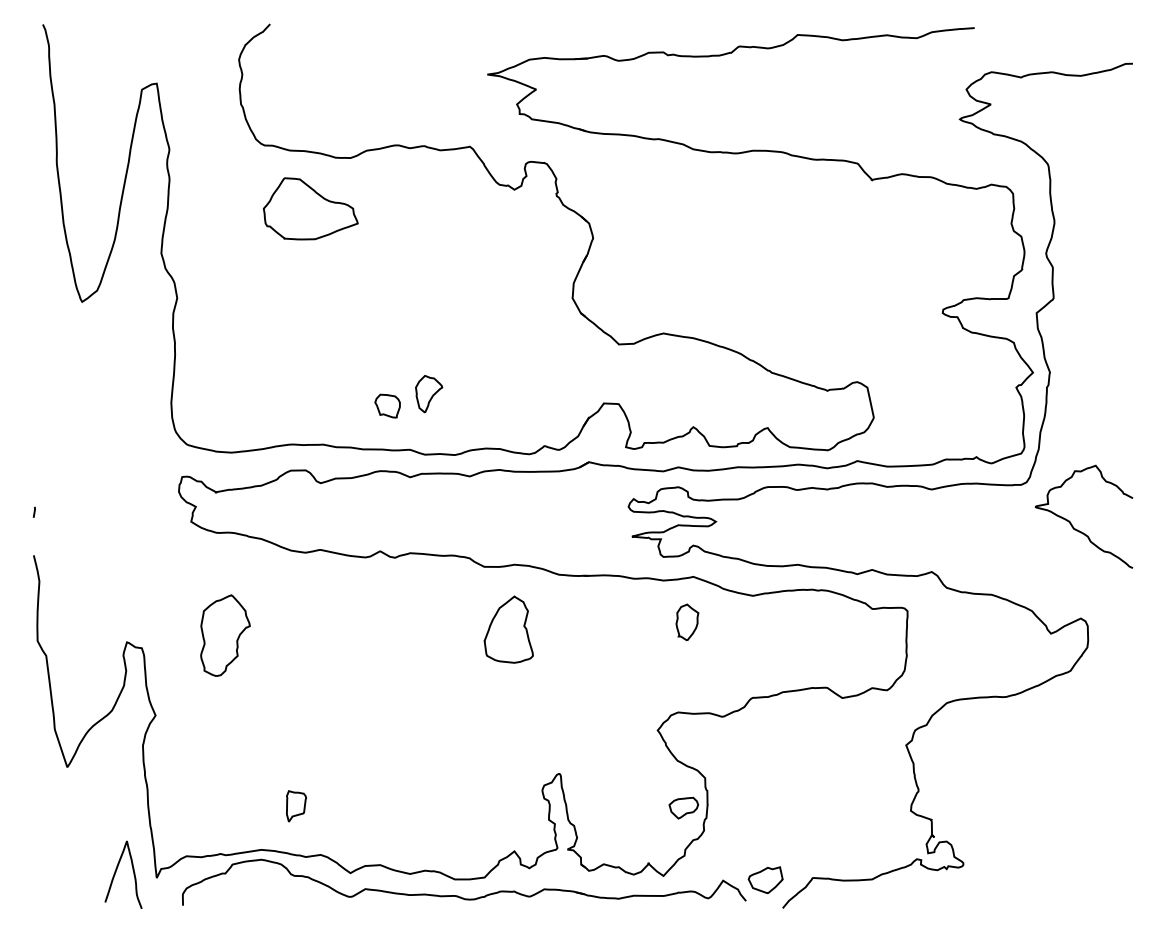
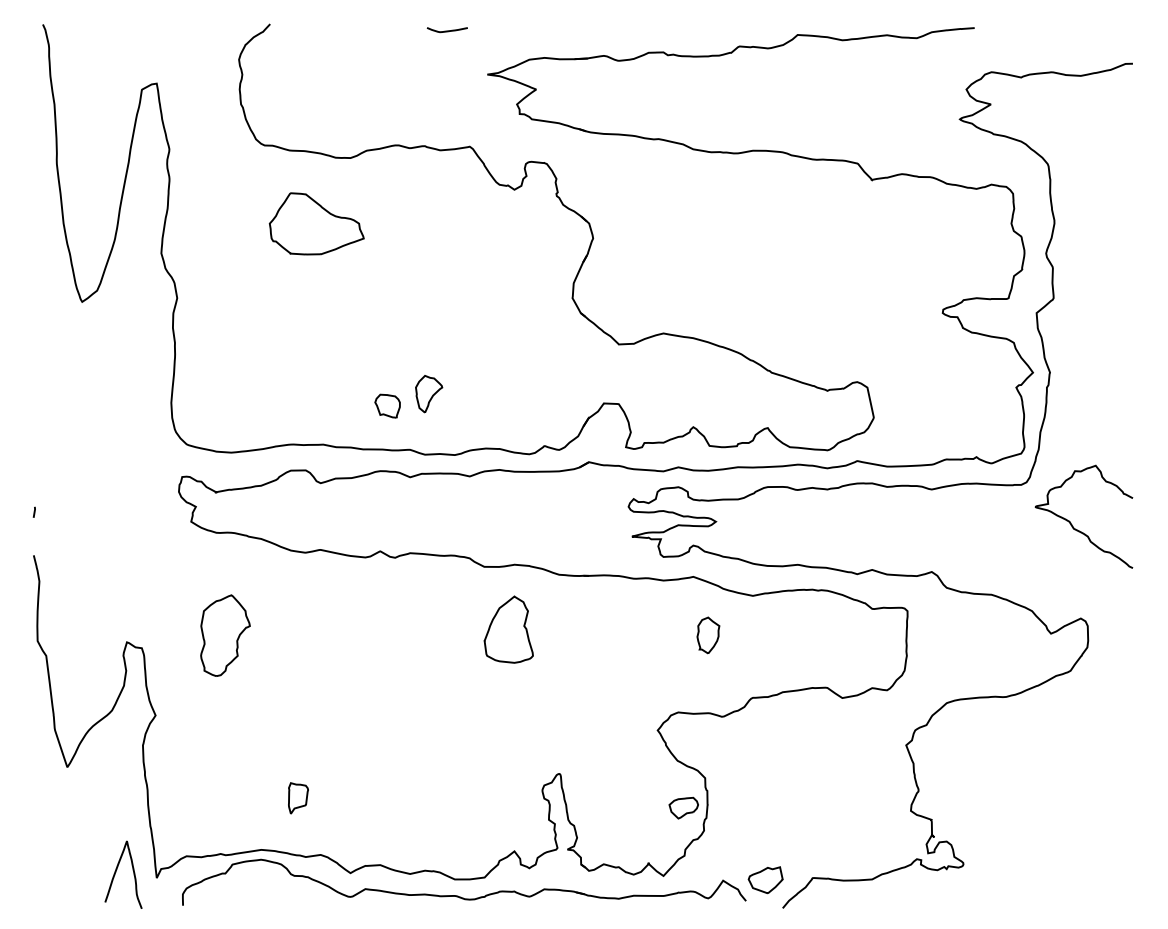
curve at (446, 30): none -> present
part at (310, 208) position: (310, 208) -> (316, 223)
part at (687, 622) position: (687, 622) -> (708, 635)
part at (296, 806) position: (296, 806) -> (298, 798)
